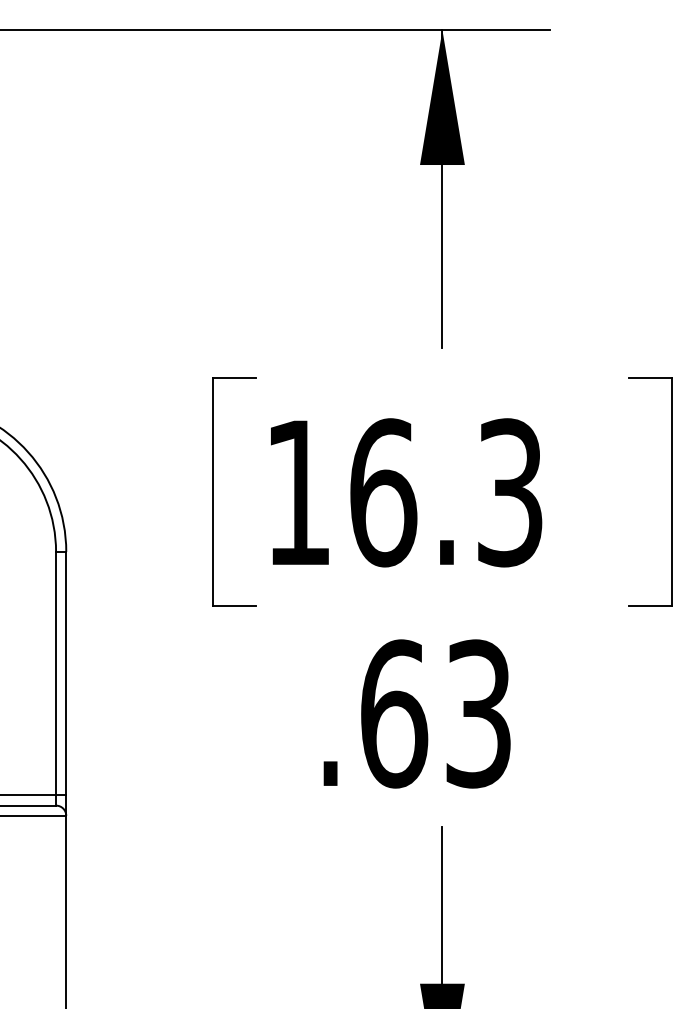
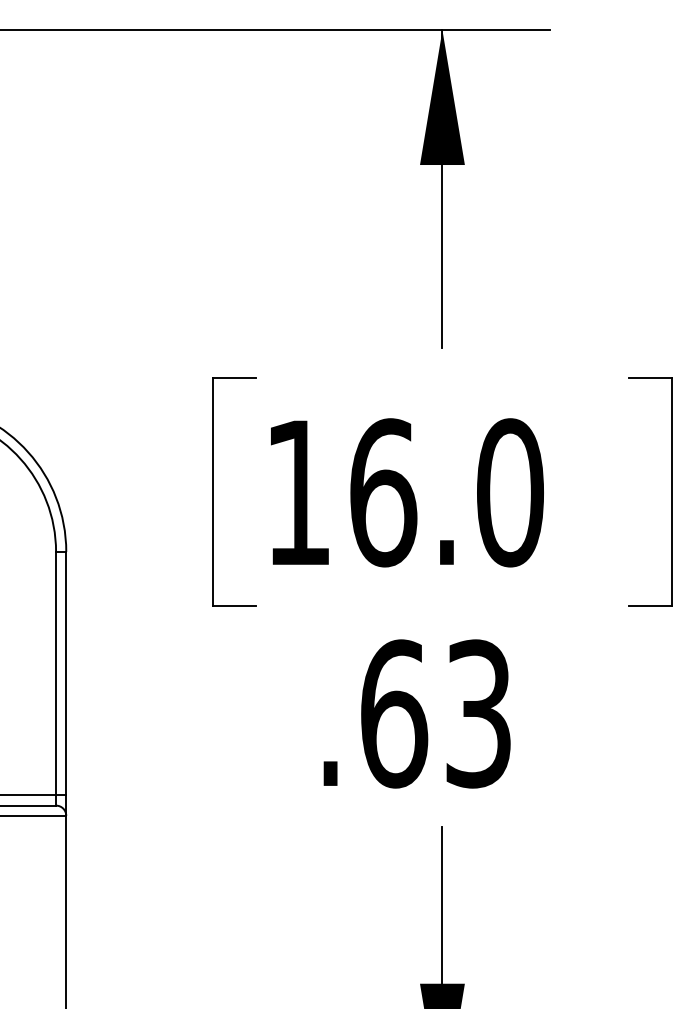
text at (510, 492): 16.3 -> 16.0
